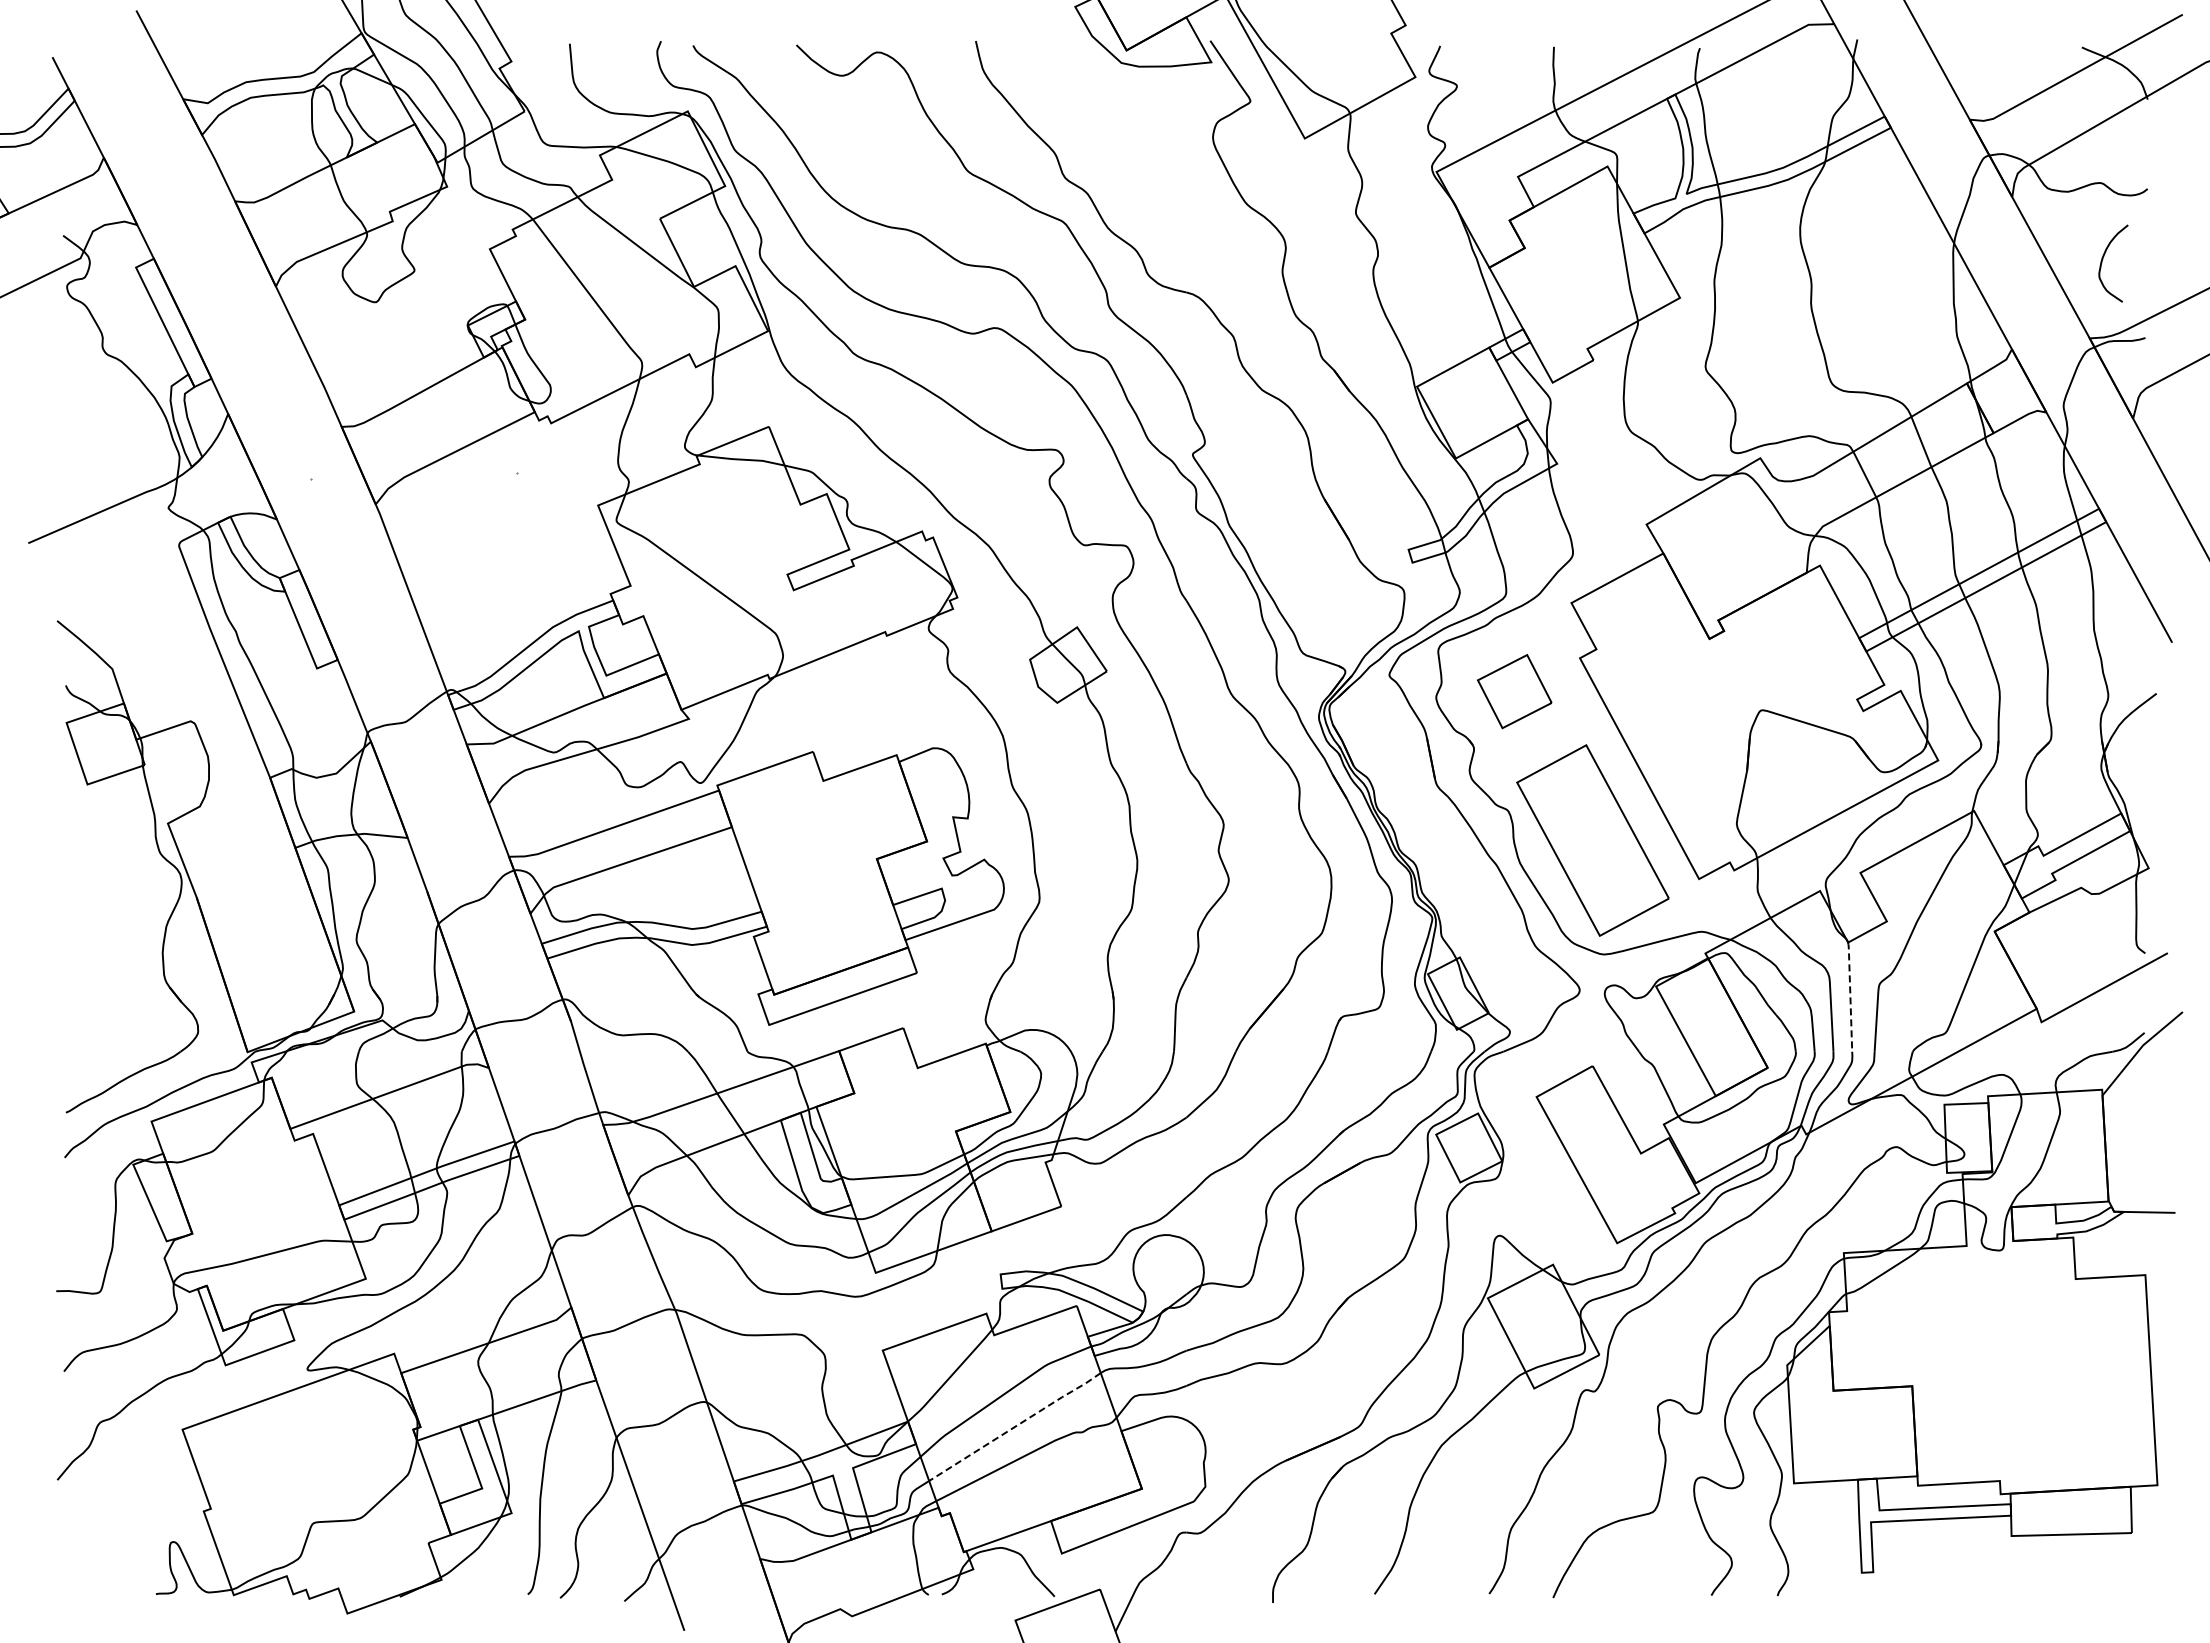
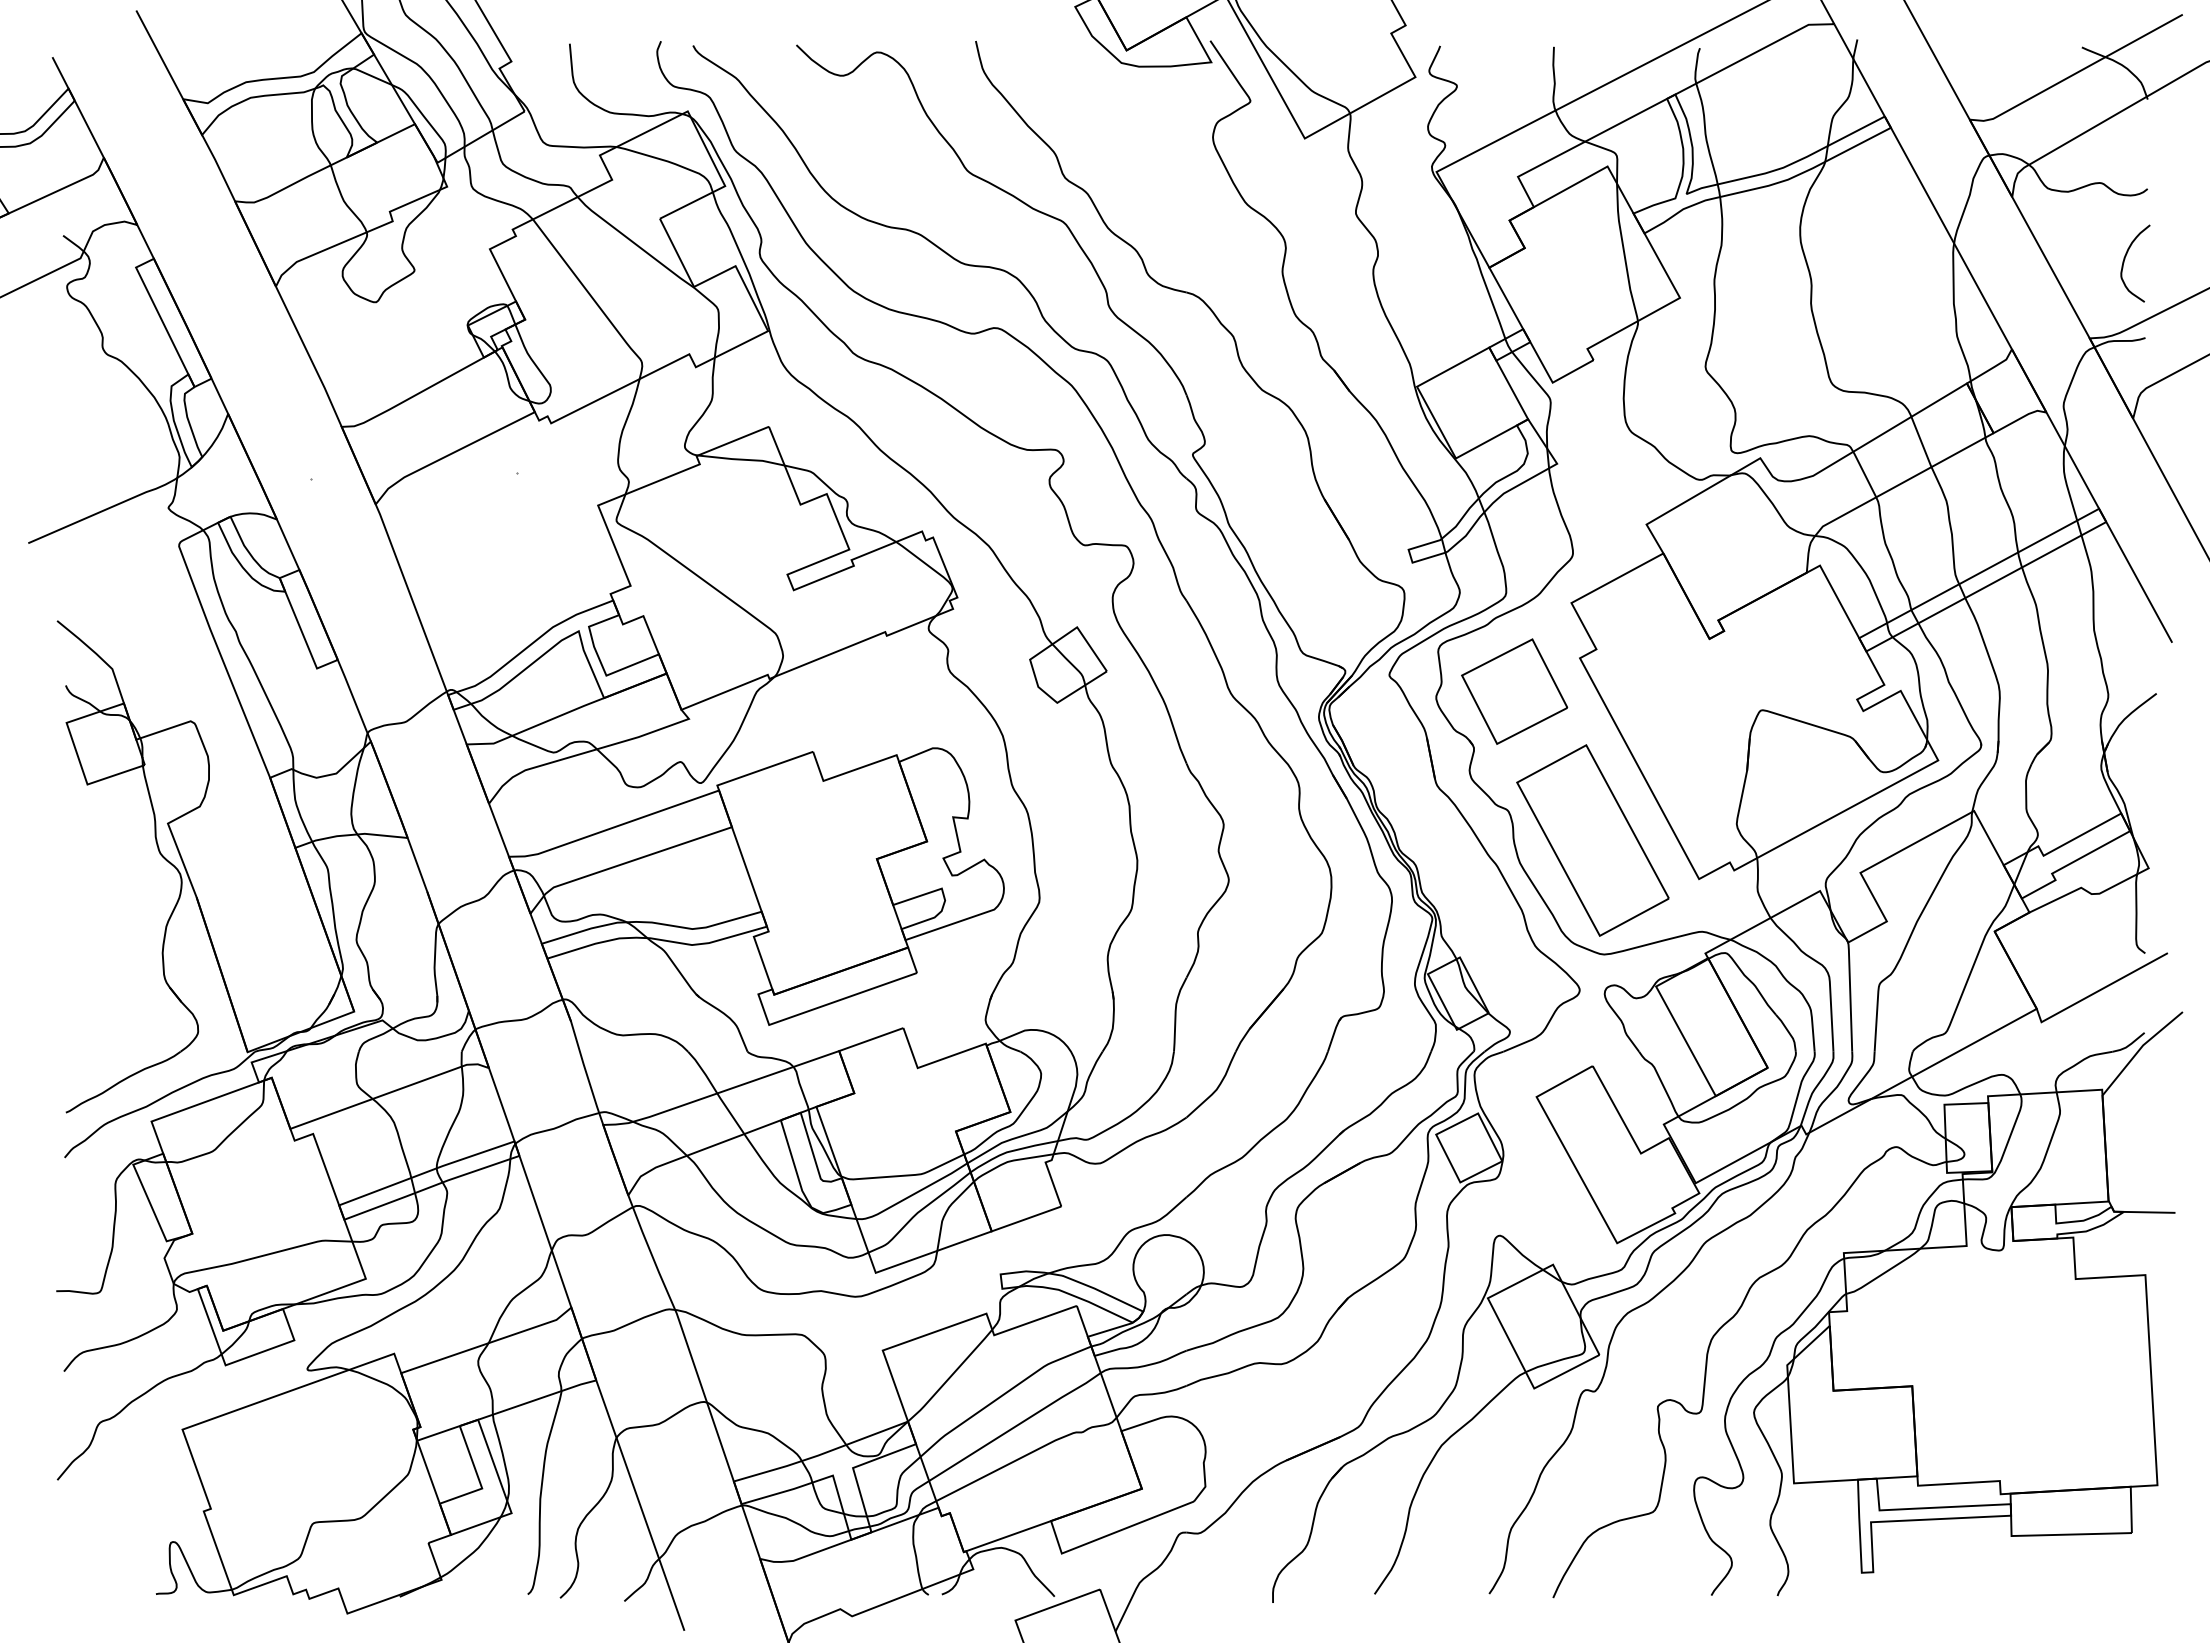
curve at (2103, 259) position: (2103, 259) -> (2125, 259)
part at (1514, 691) size: 76x76 px -> 108x107 px
line at (1850, 996): dashed -> solid
line at (1015, 1426): dashed -> solid
